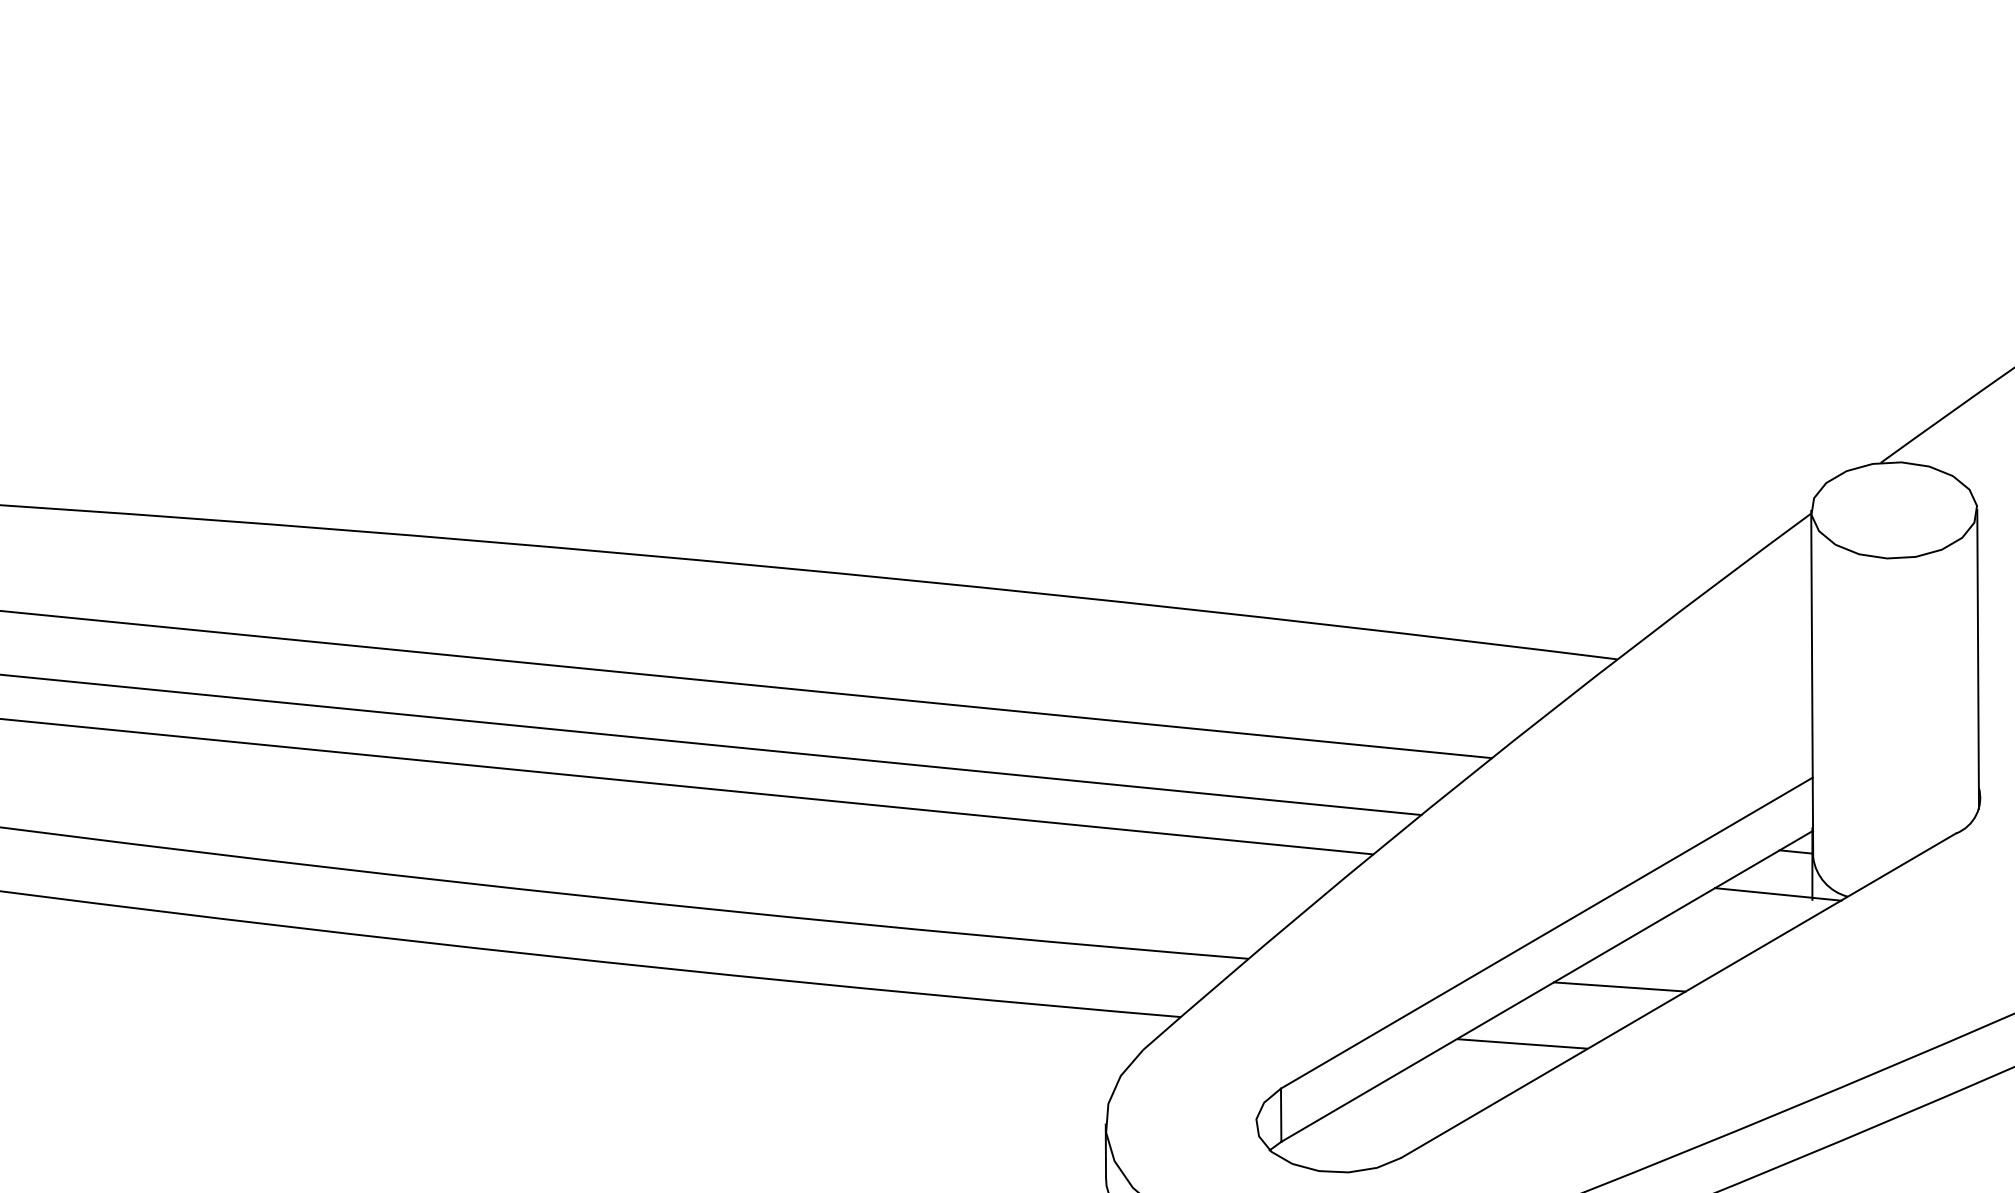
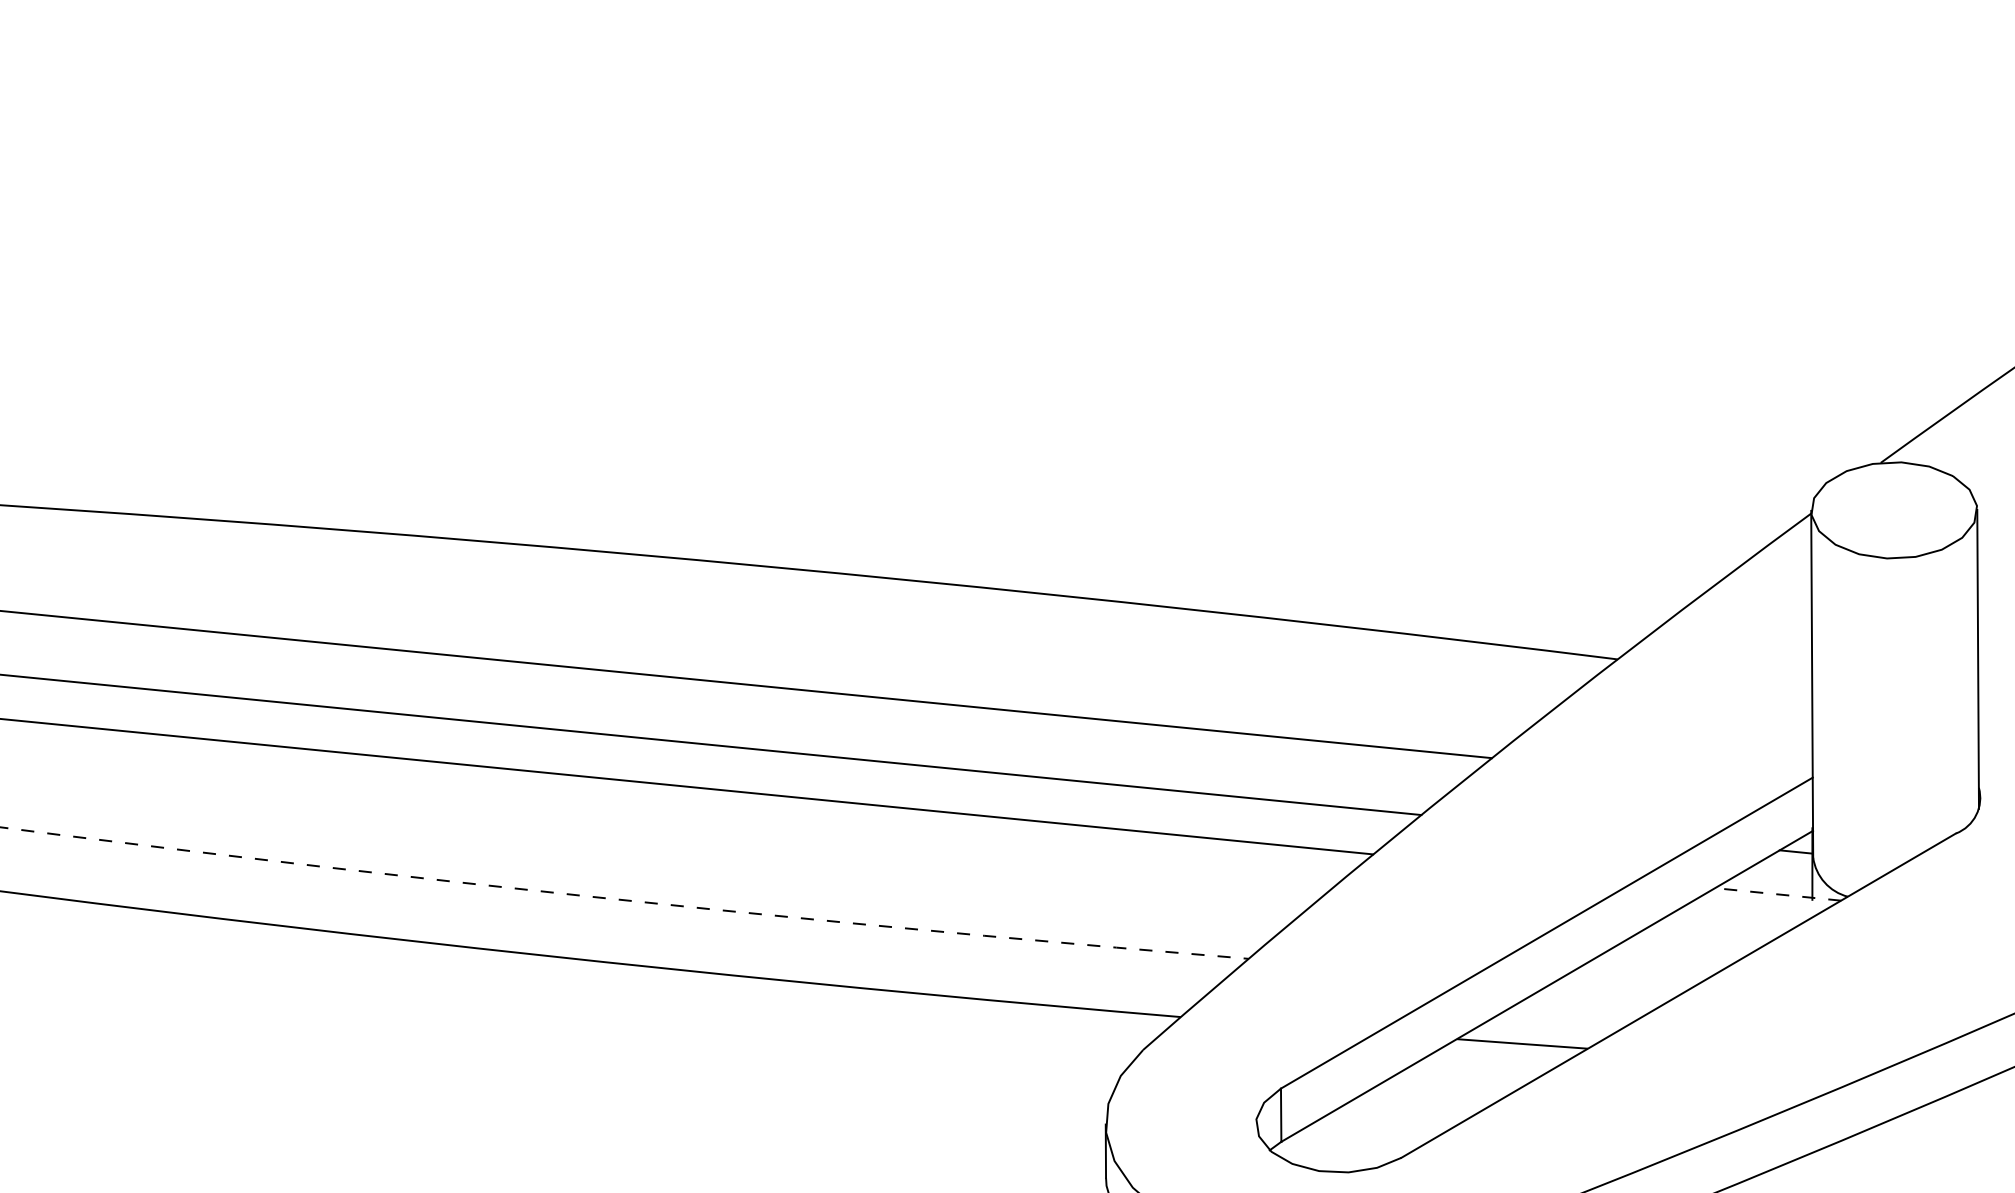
line at (1777, 894): solid -> dashed
arc at (623, 900): solid -> dashed
line at (1619, 986): present -> none
